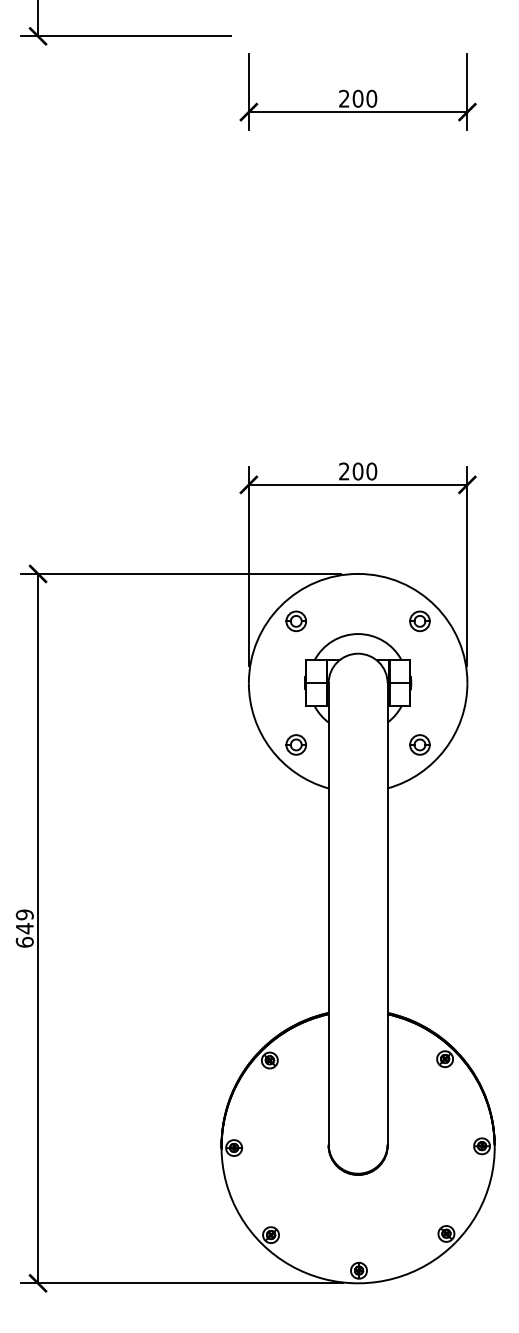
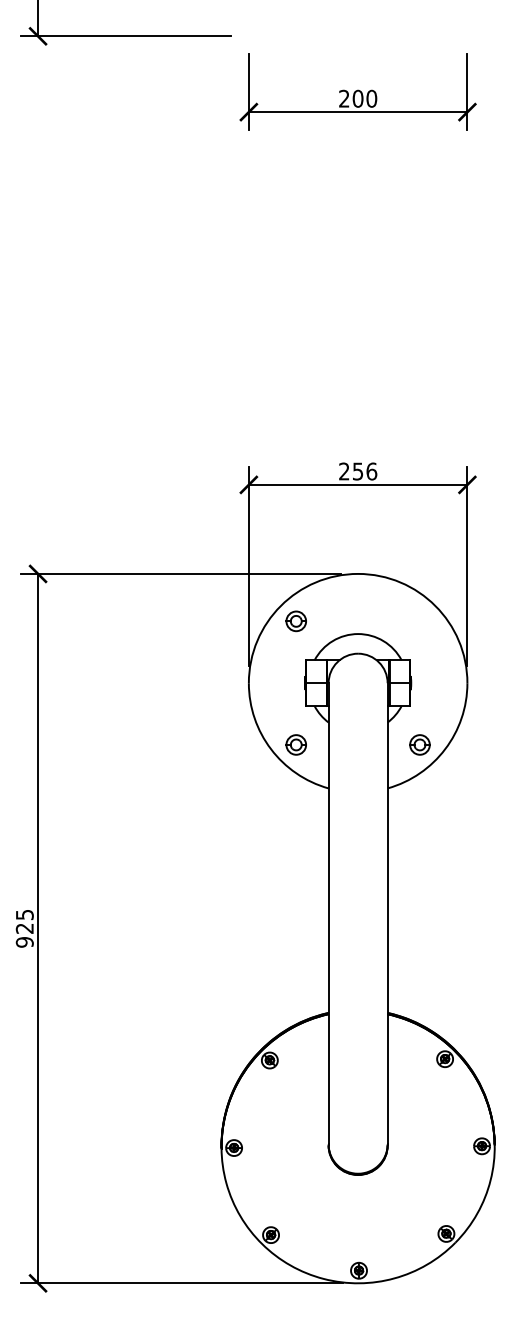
text at (364, 471): 200 -> 256
part at (419, 621): present -> none
text at (24, 928): 649 -> 925
